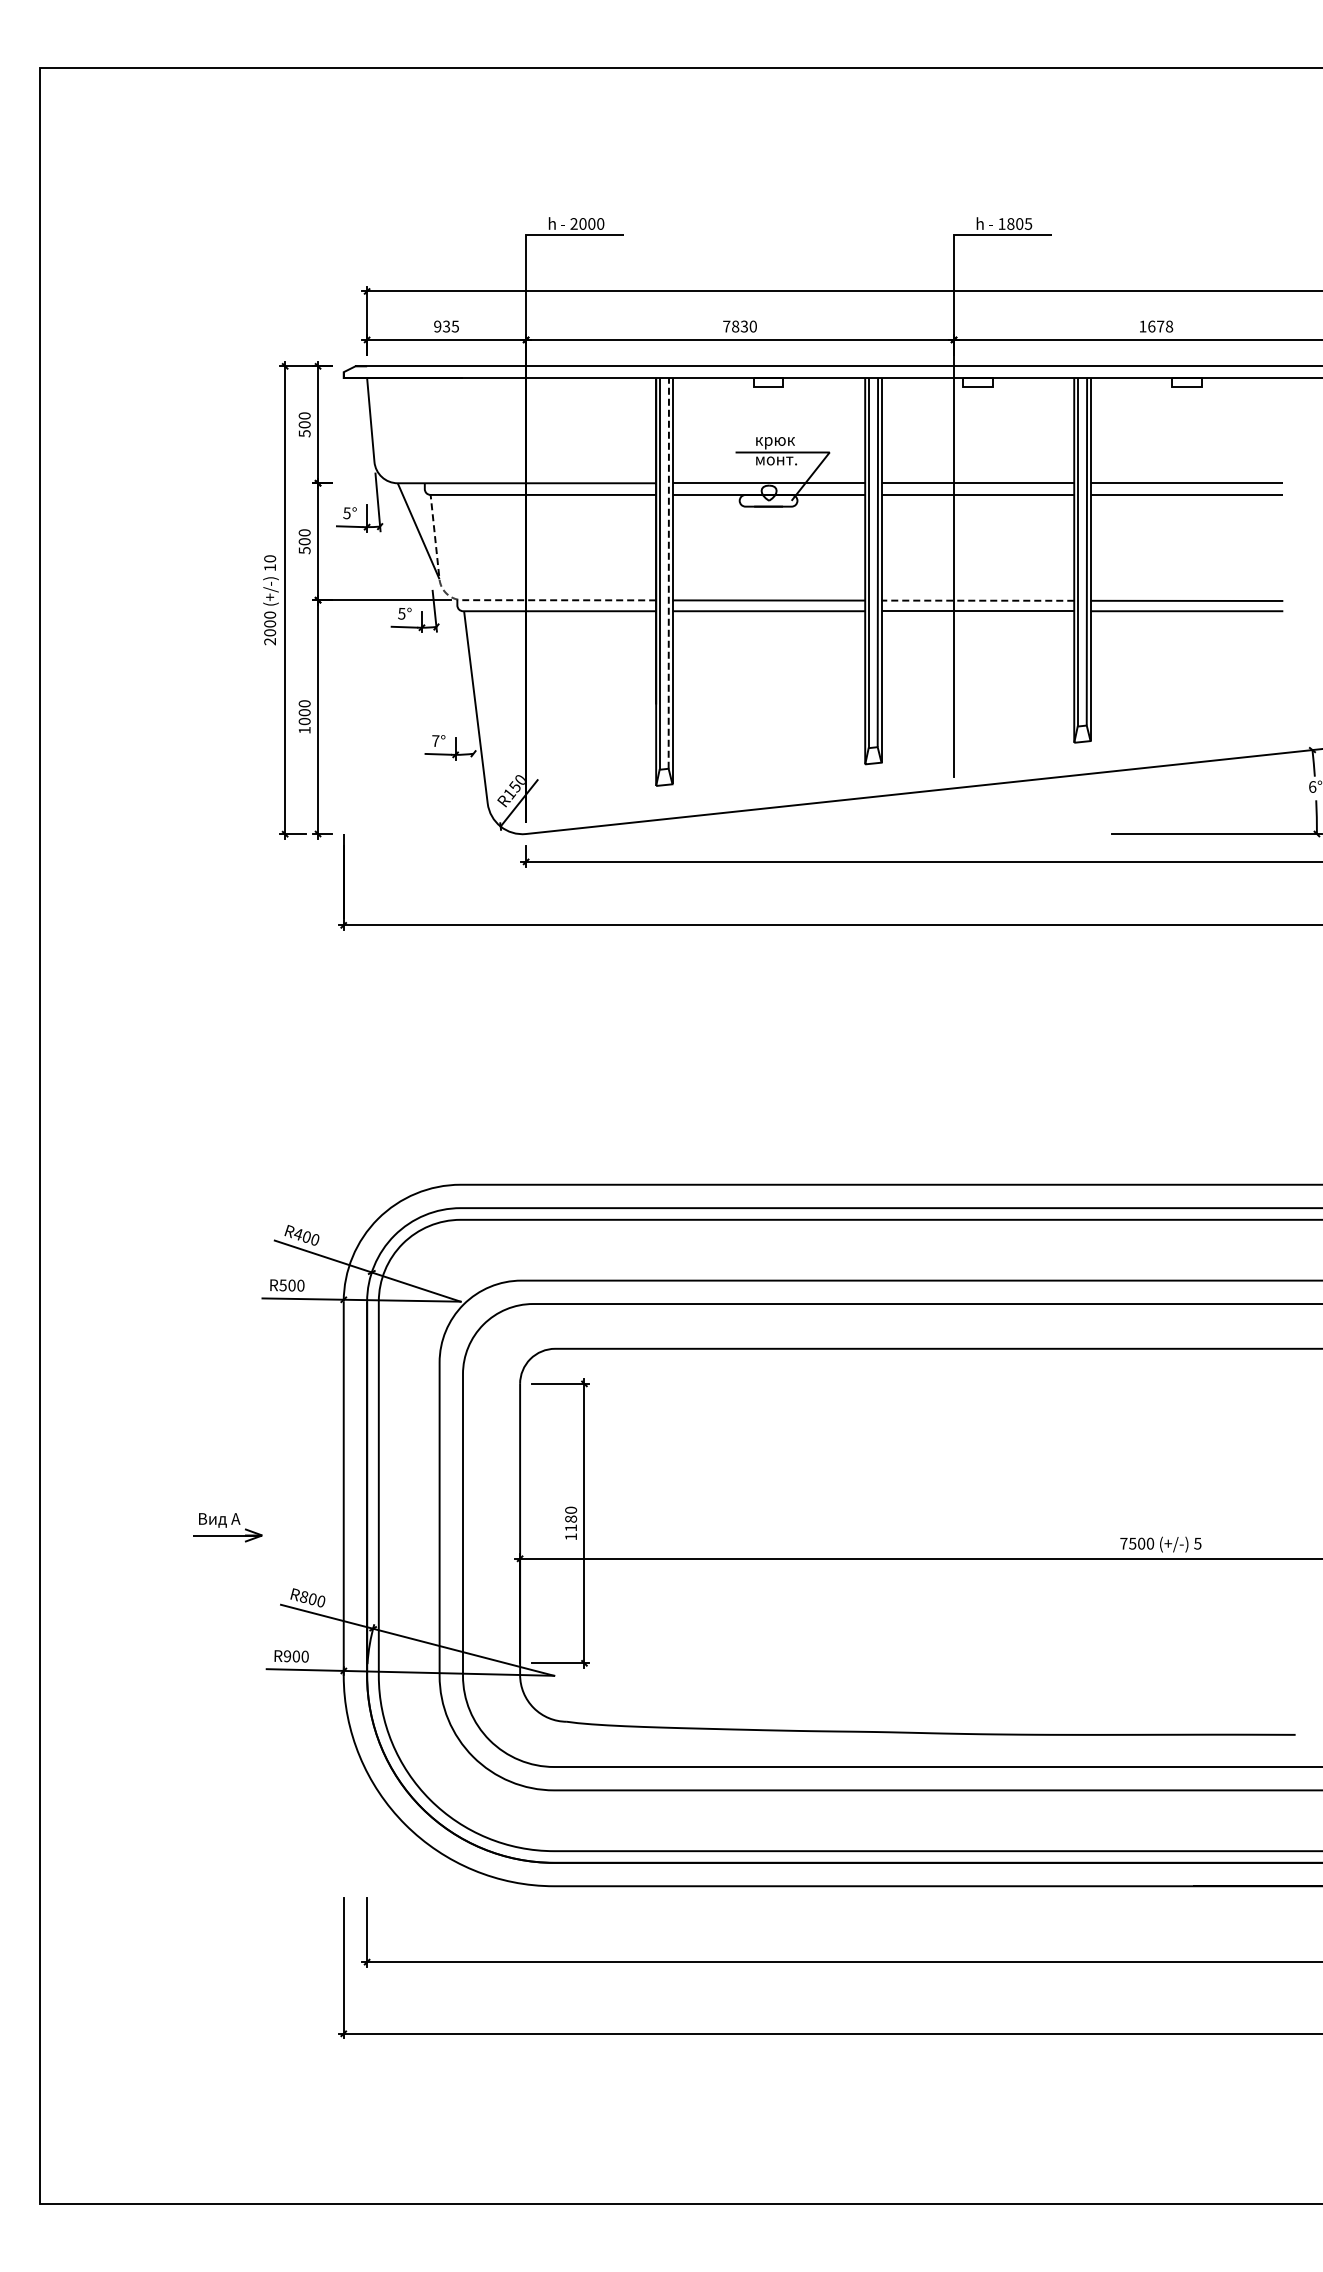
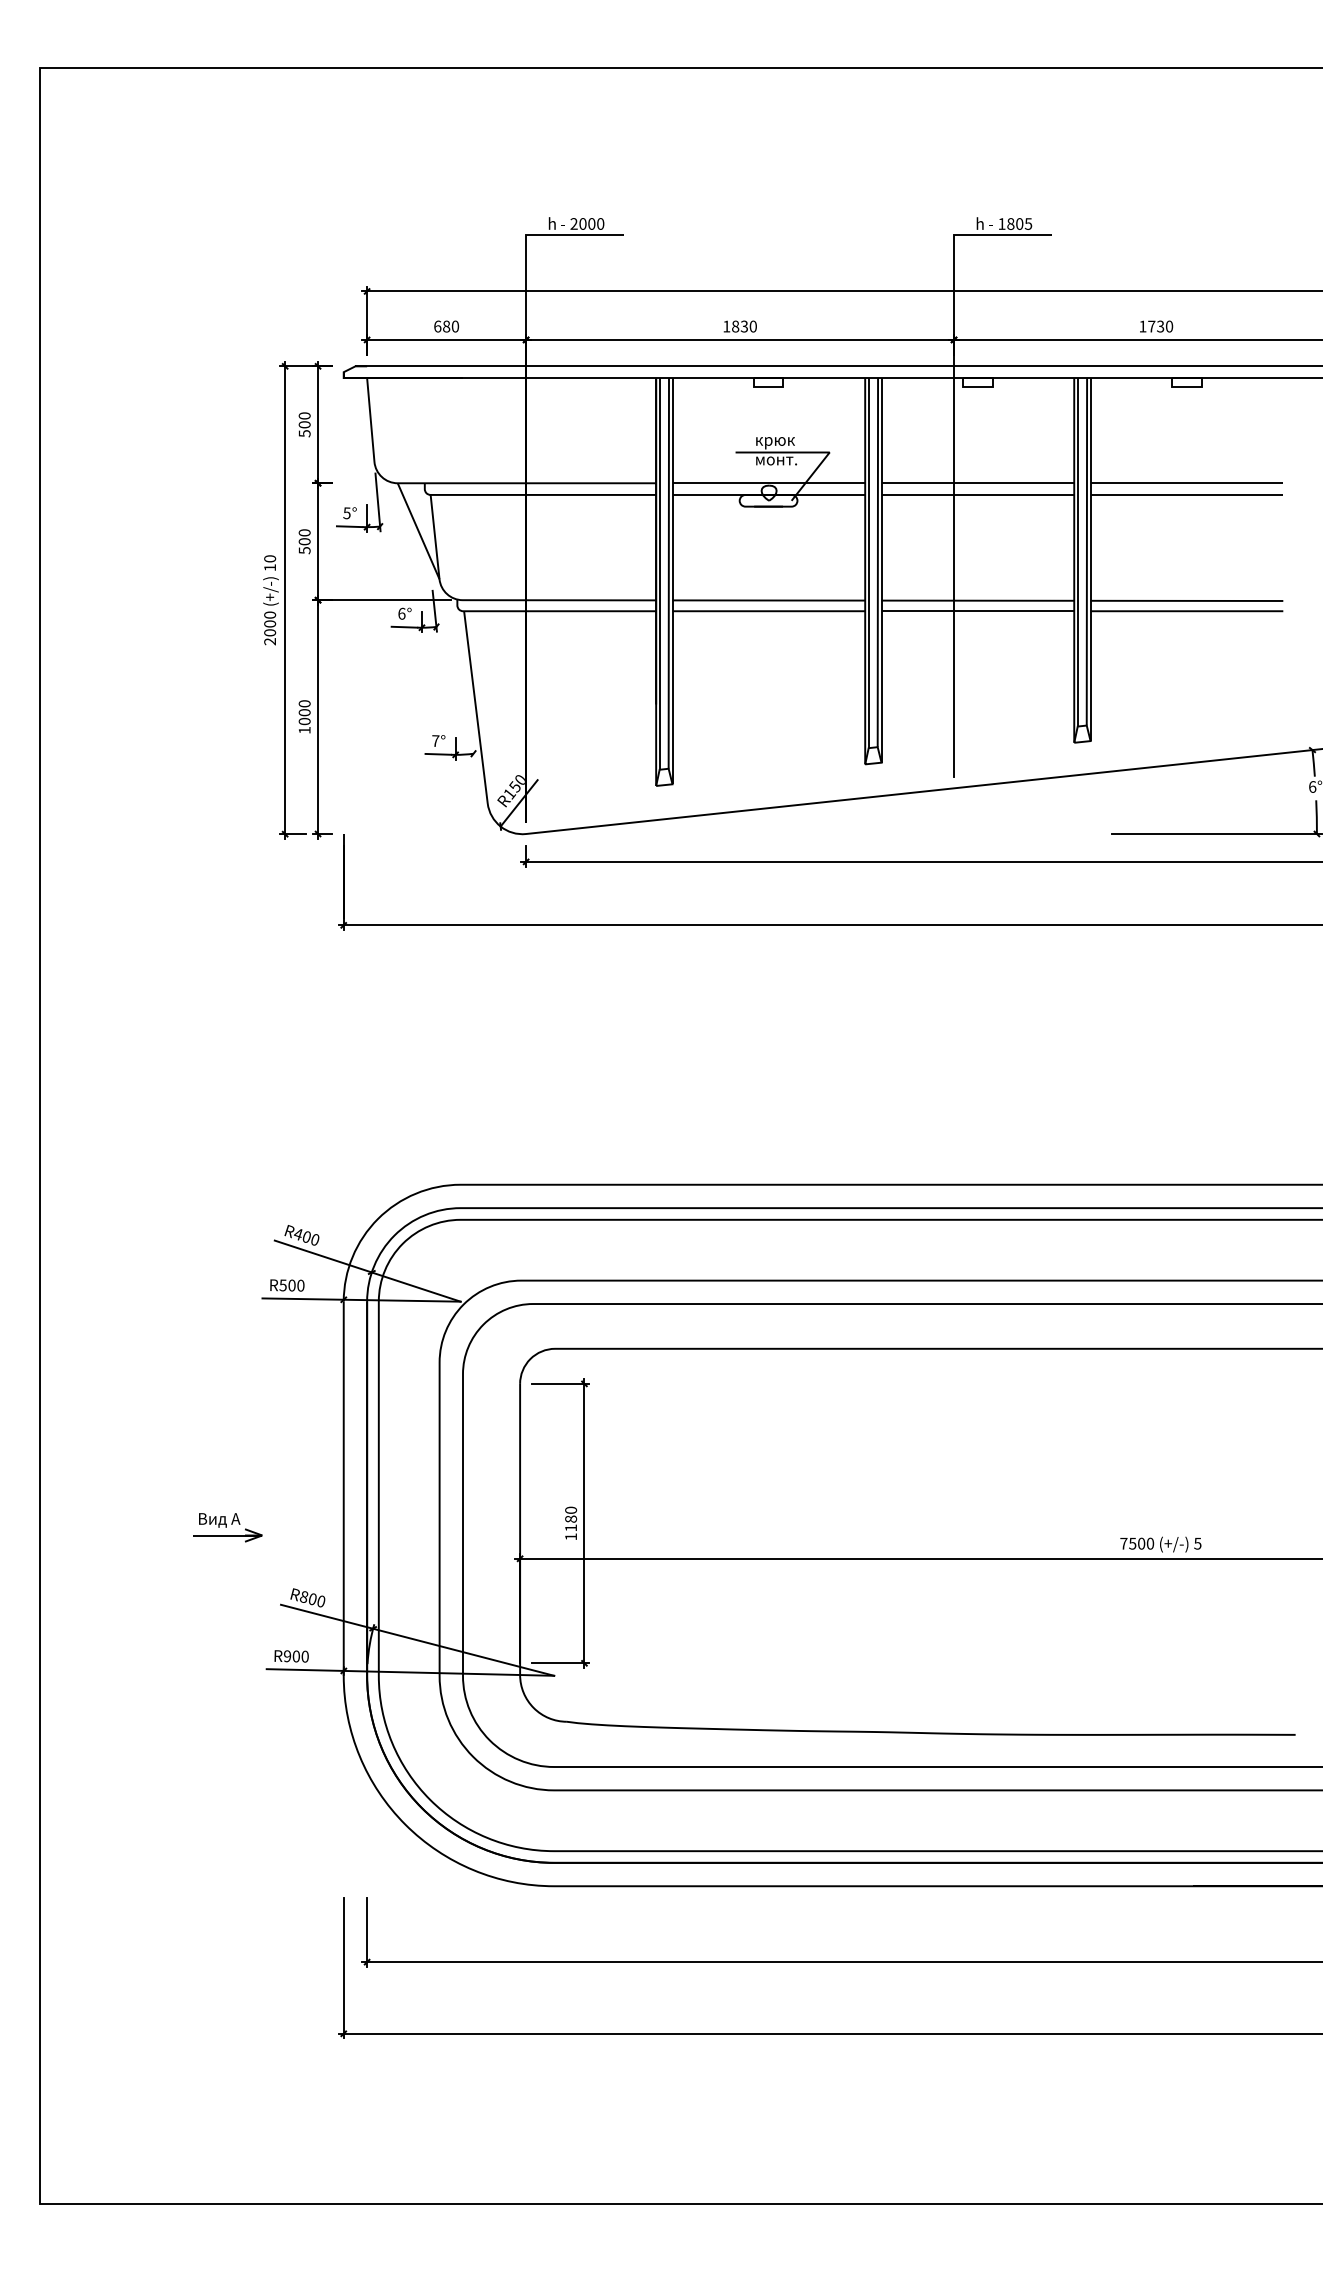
text at (446, 326): 935 -> 680
text at (726, 326): 7830 -> 1830
text at (1160, 326): 1678 -> 1730
line at (668, 572): dashed -> solid
line at (492, 600): dashed -> solid
line at (977, 600): dashed -> solid
text at (401, 613): 5° -> 6°
